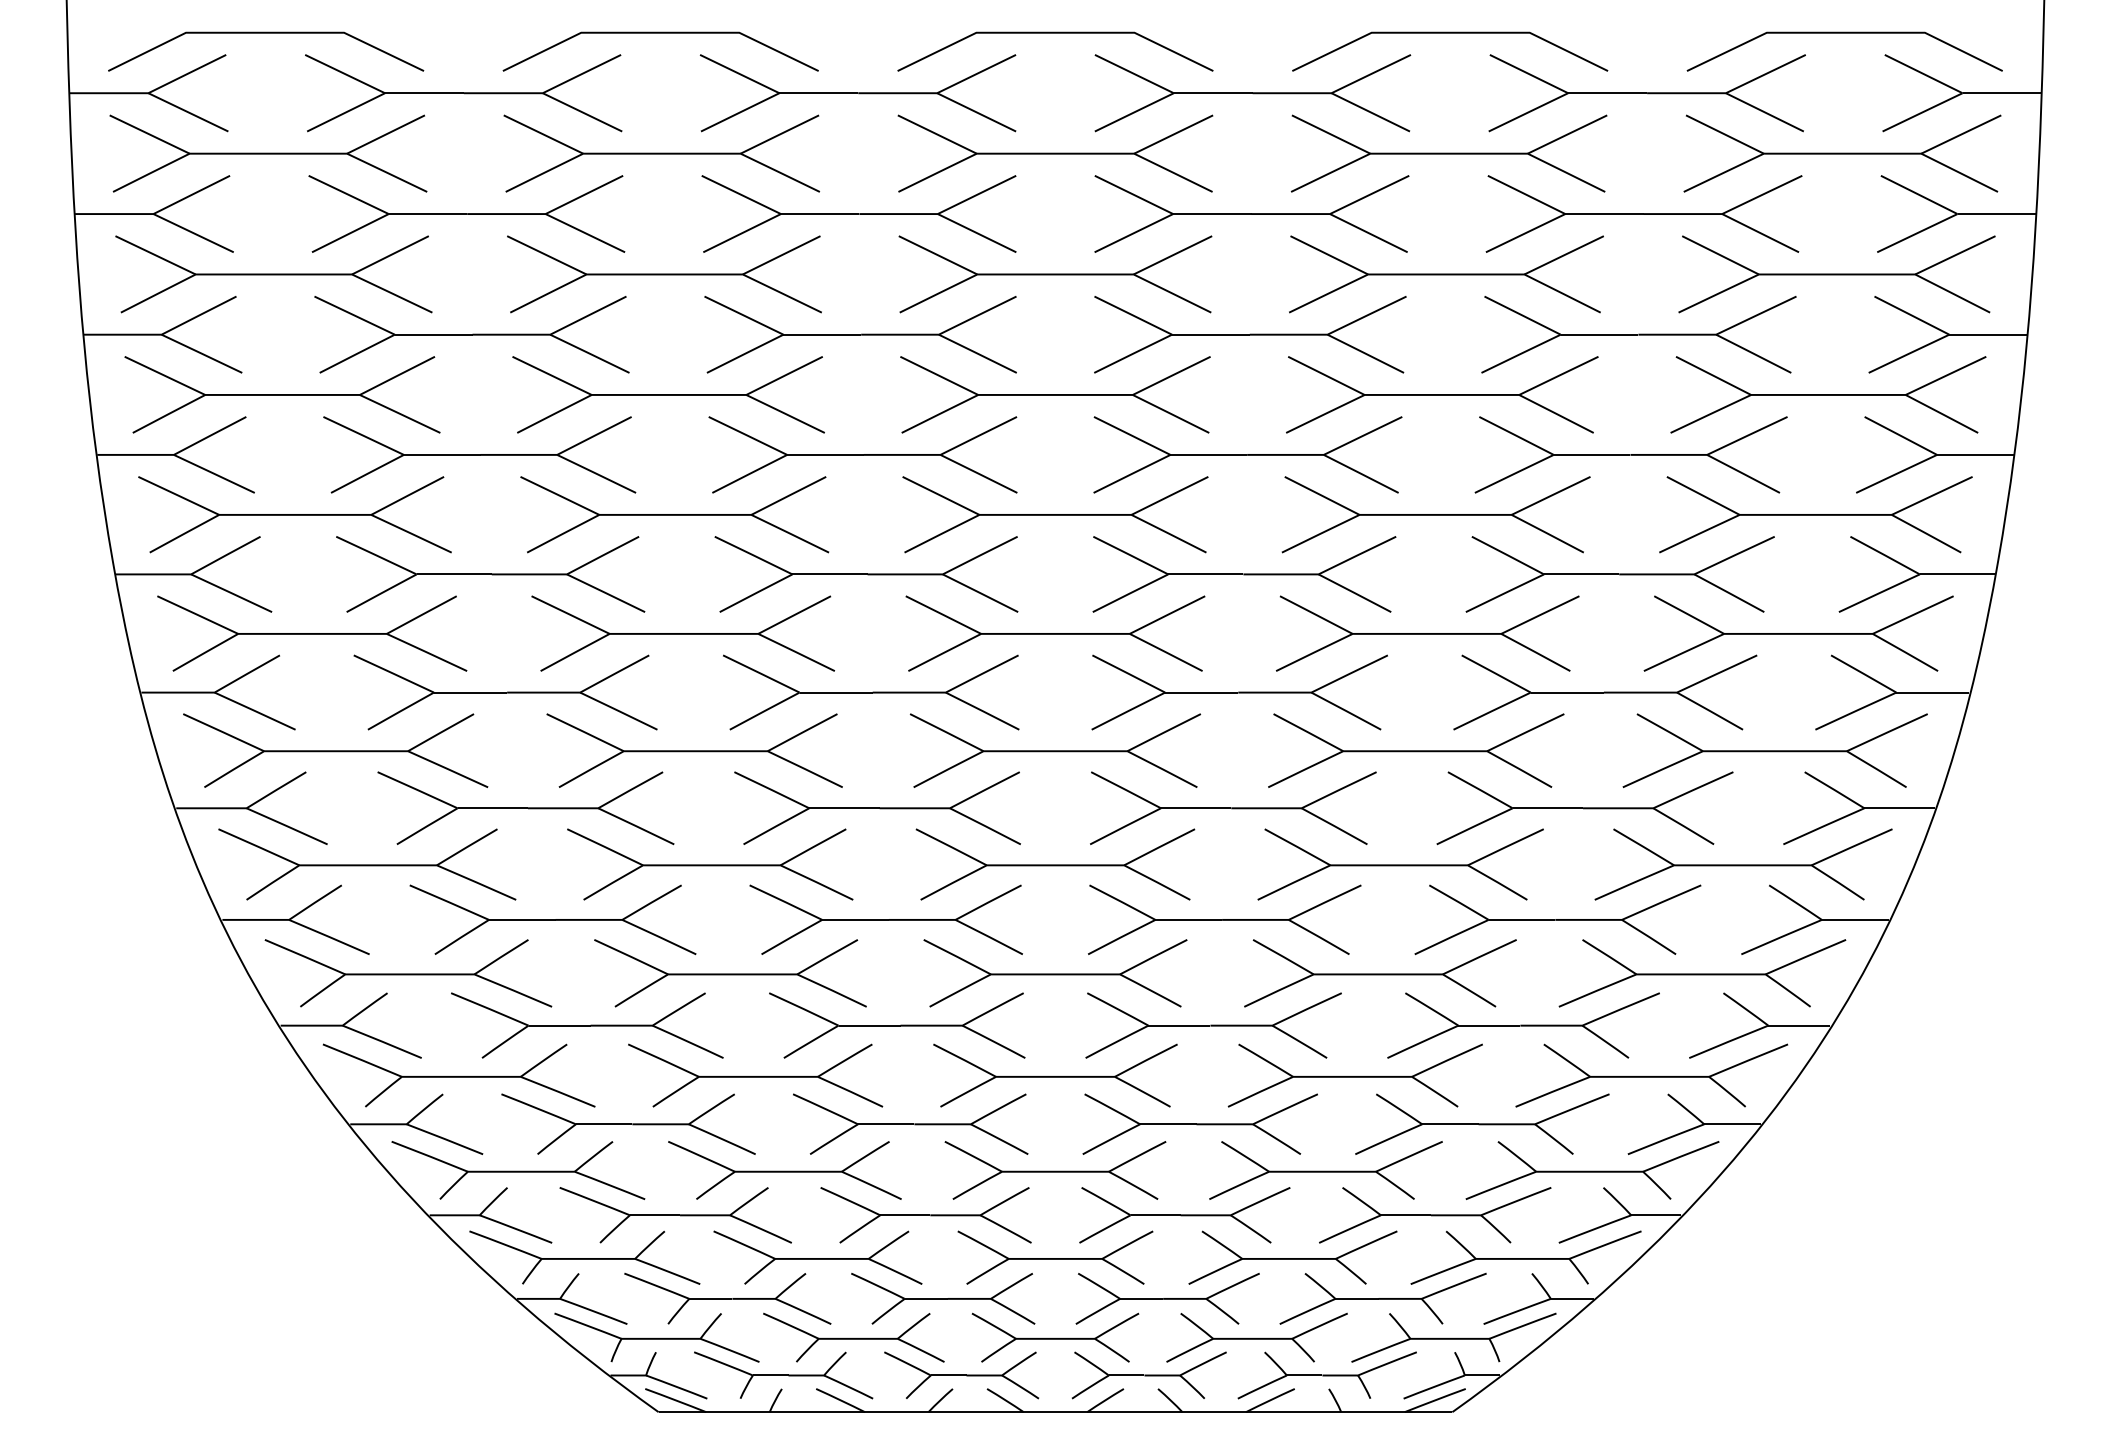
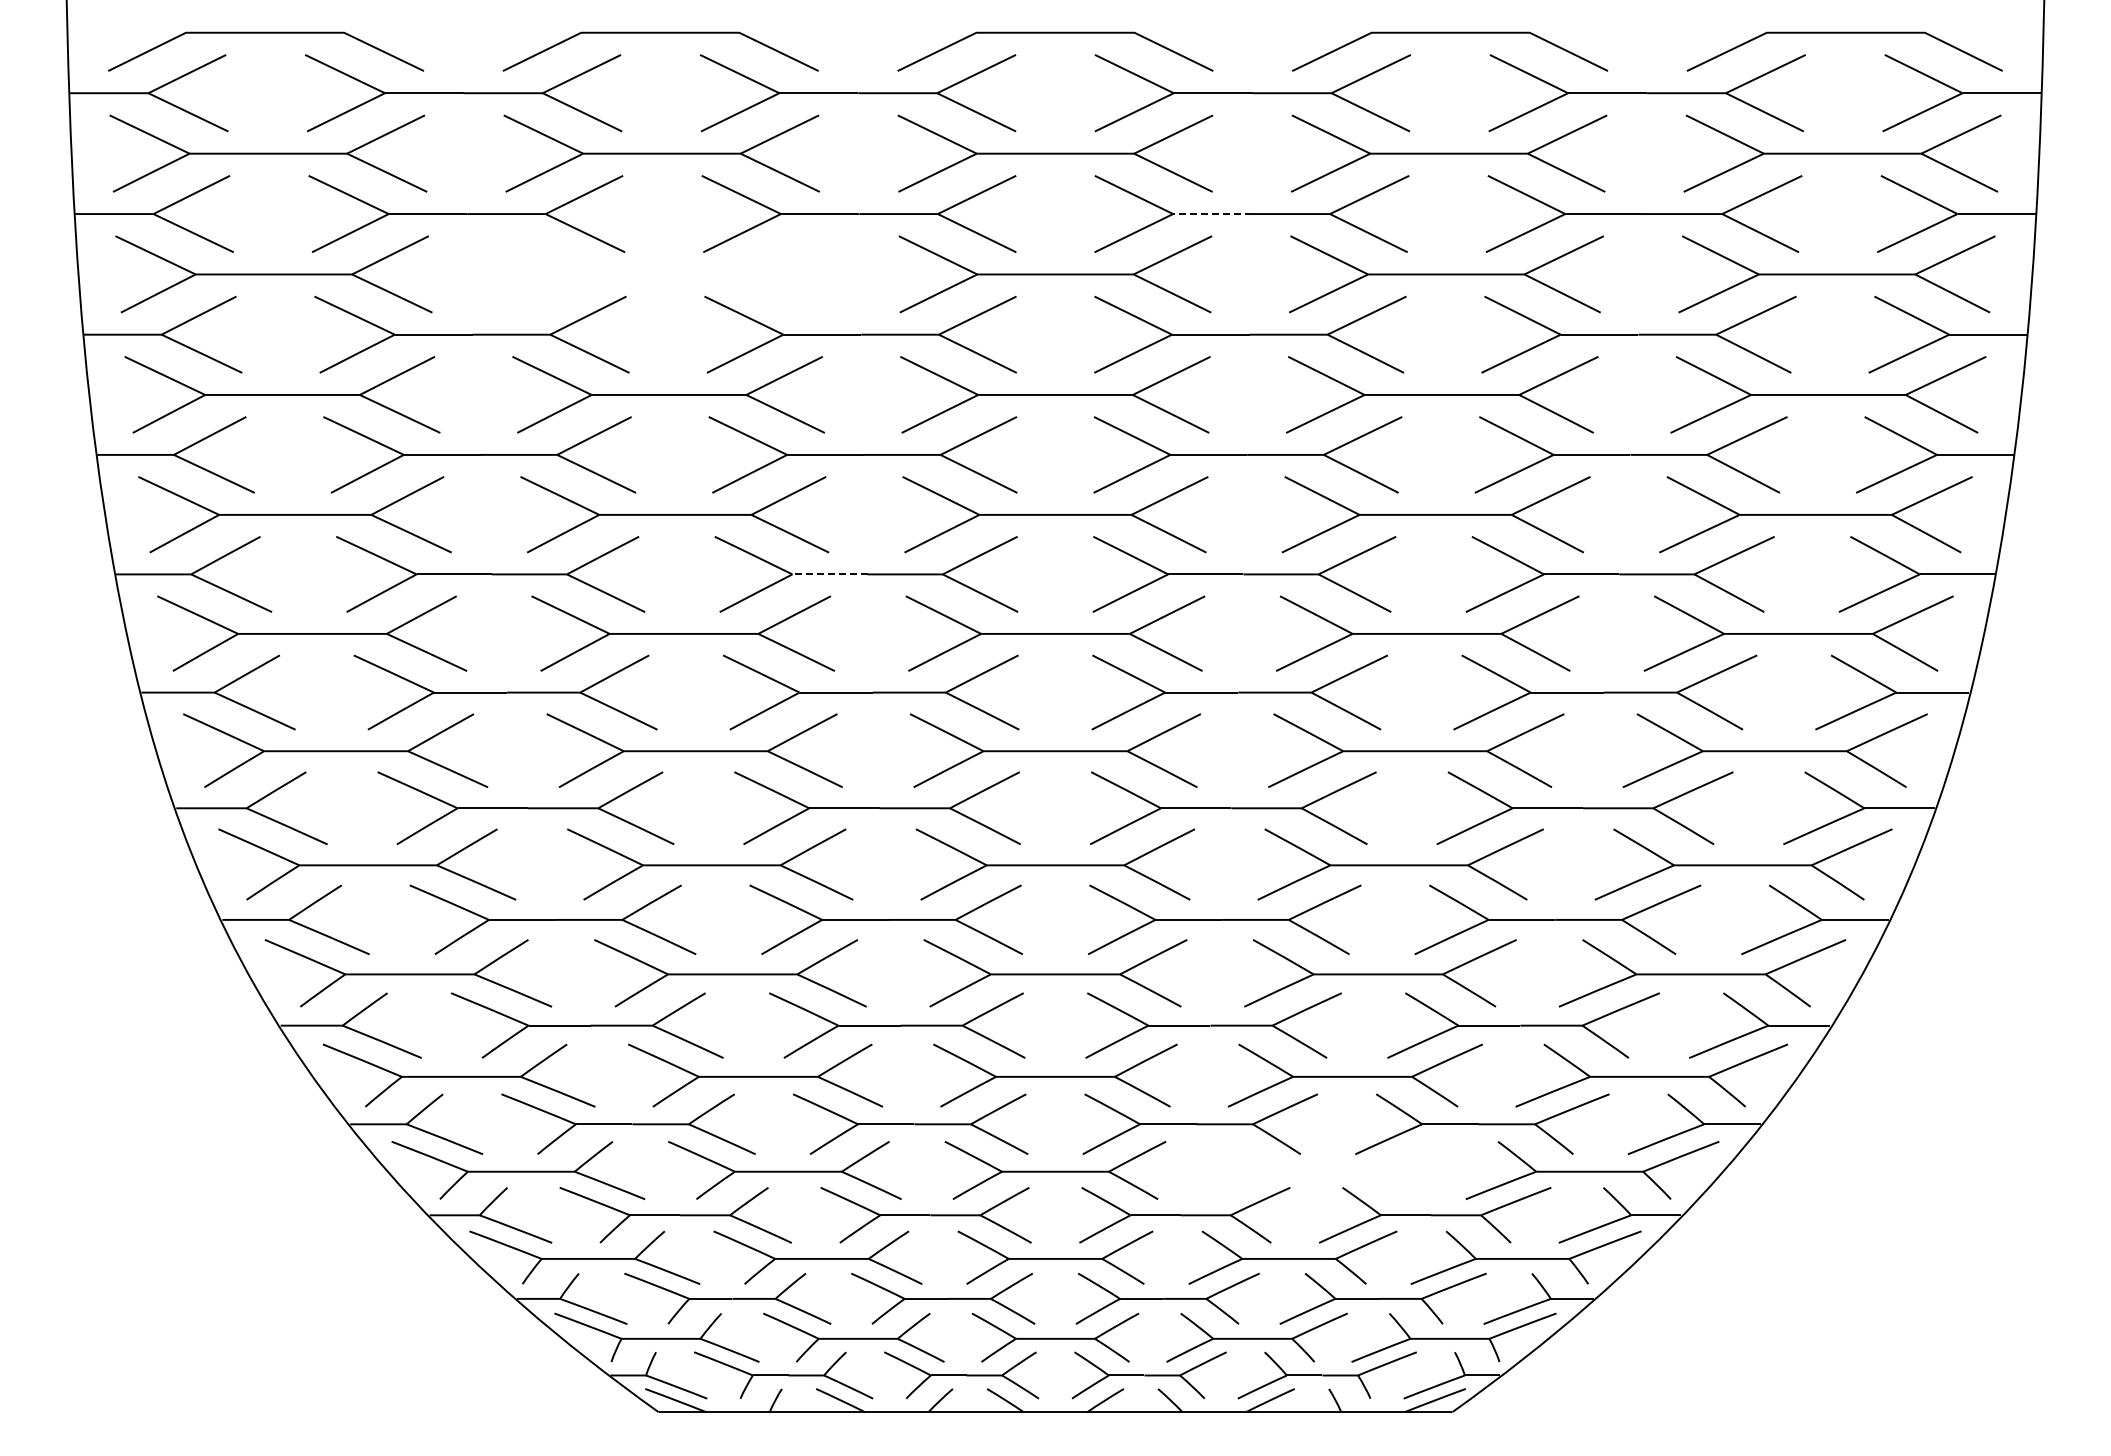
line at (1211, 214): solid -> dashed
part at (664, 274): present -> none
line at (830, 574): solid -> dashed
part at (1325, 1170): present -> none
